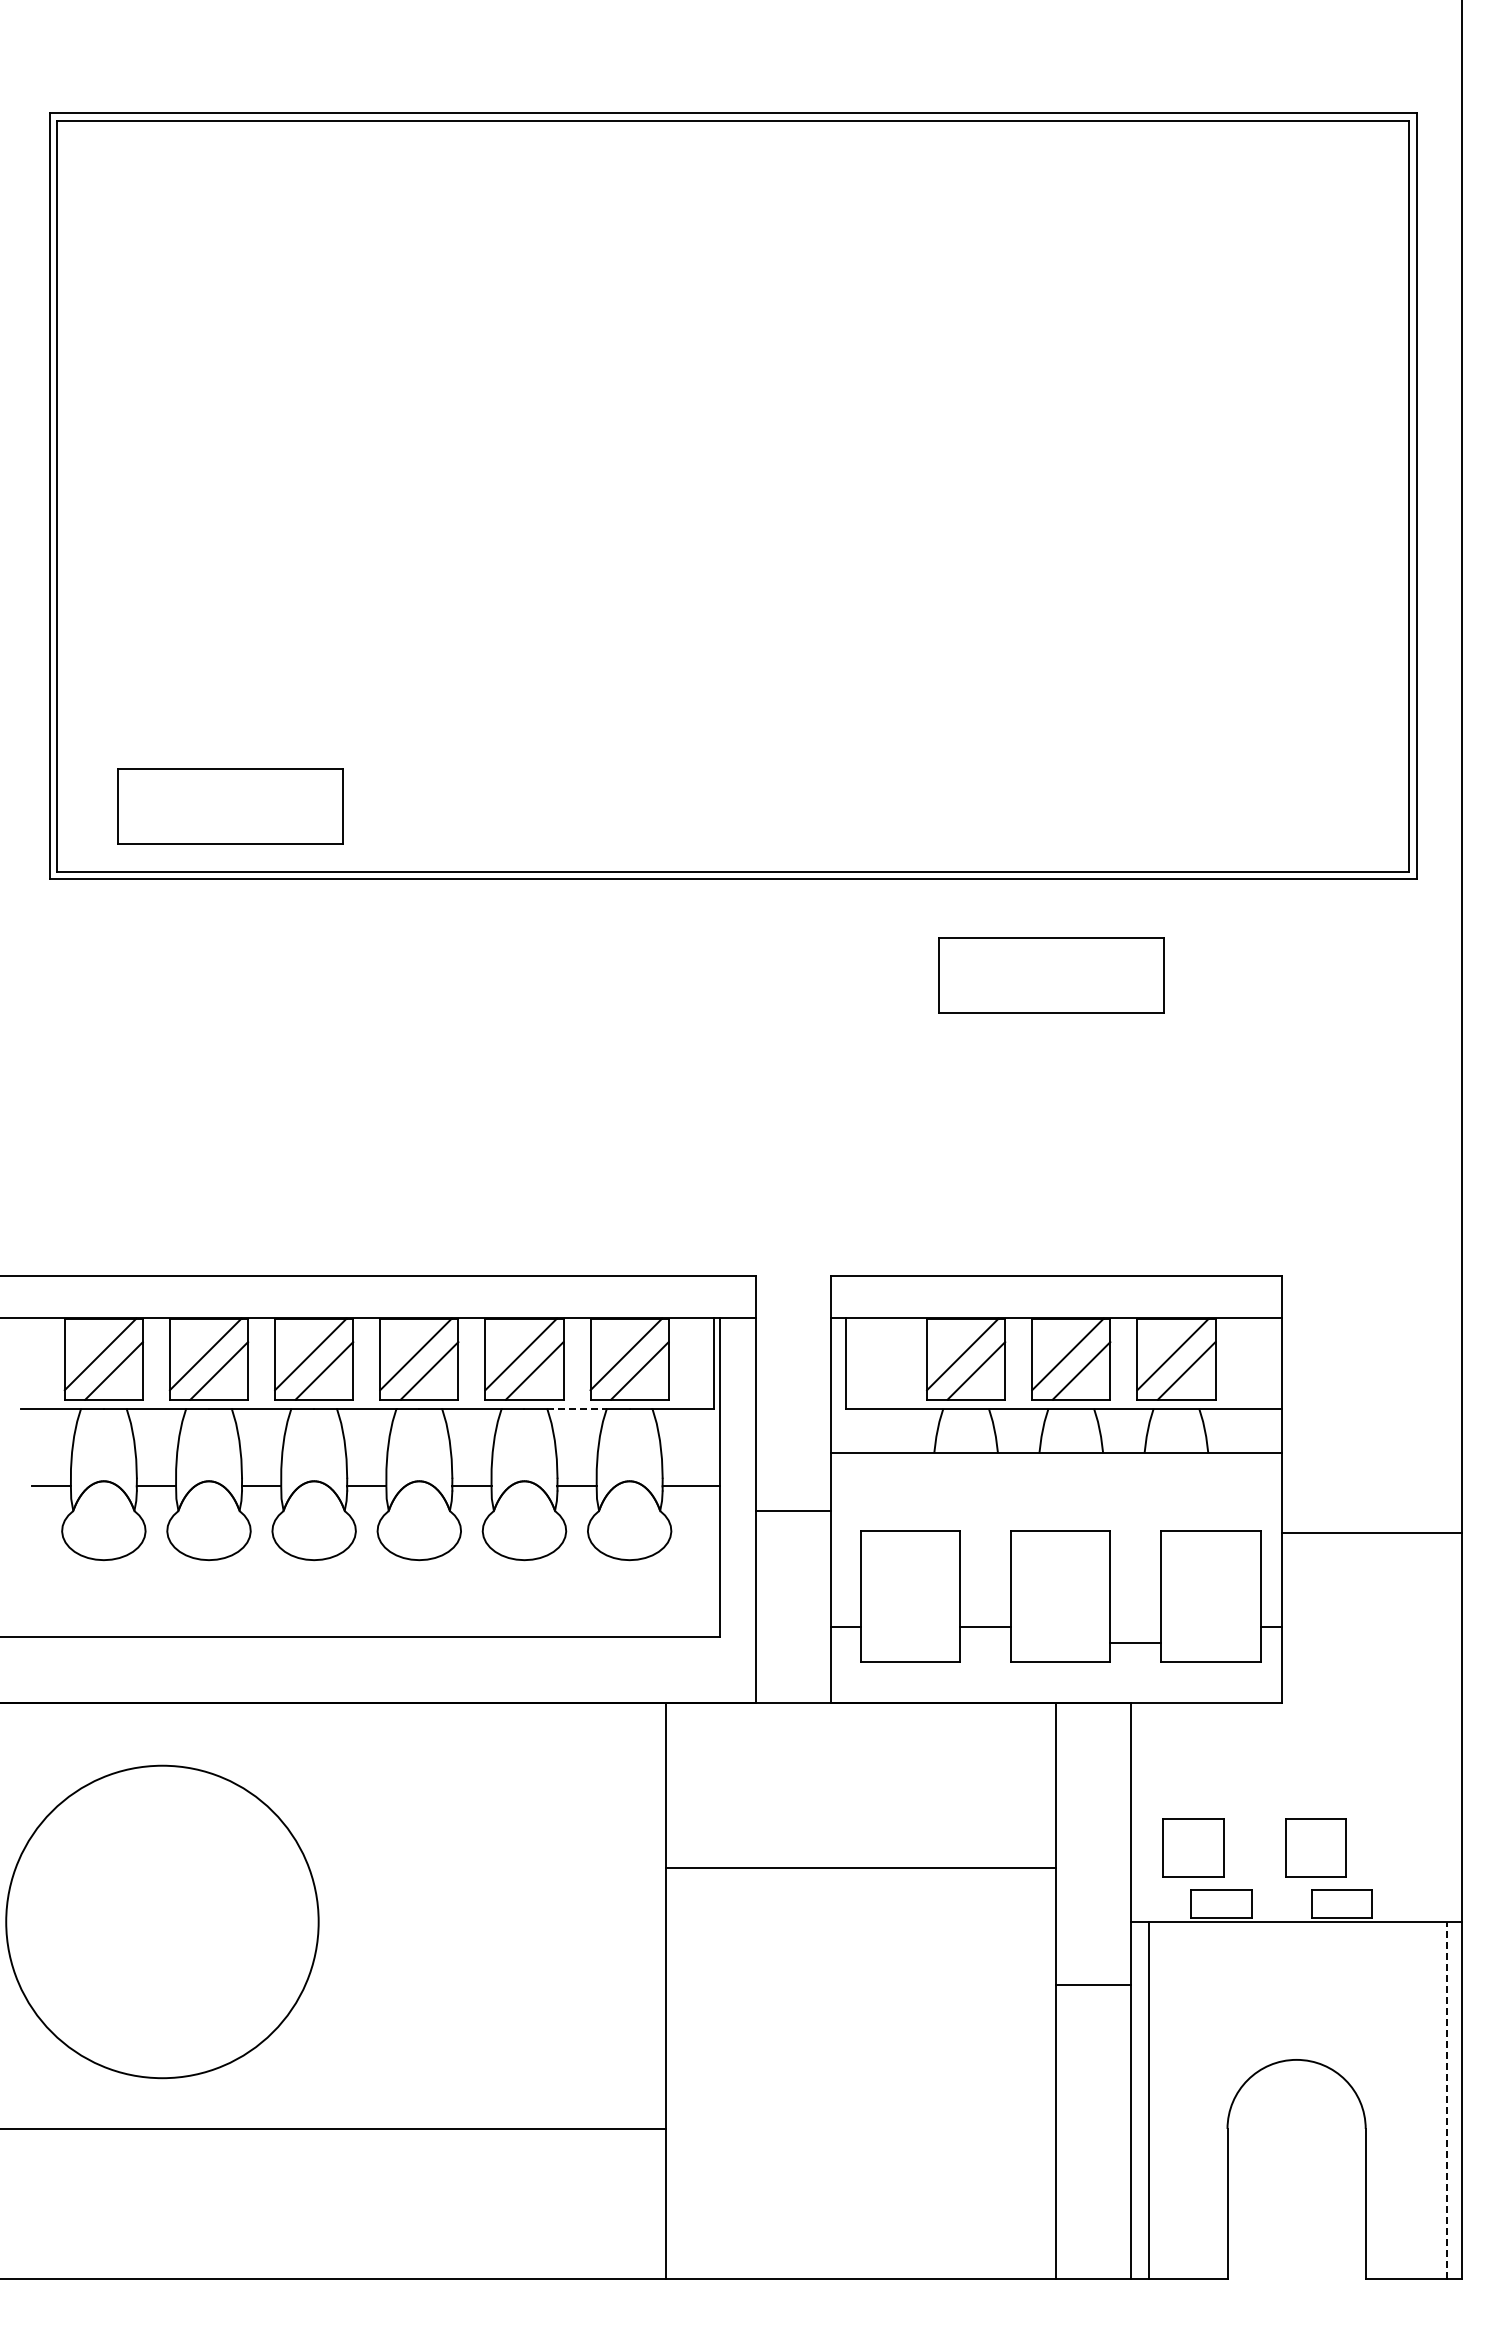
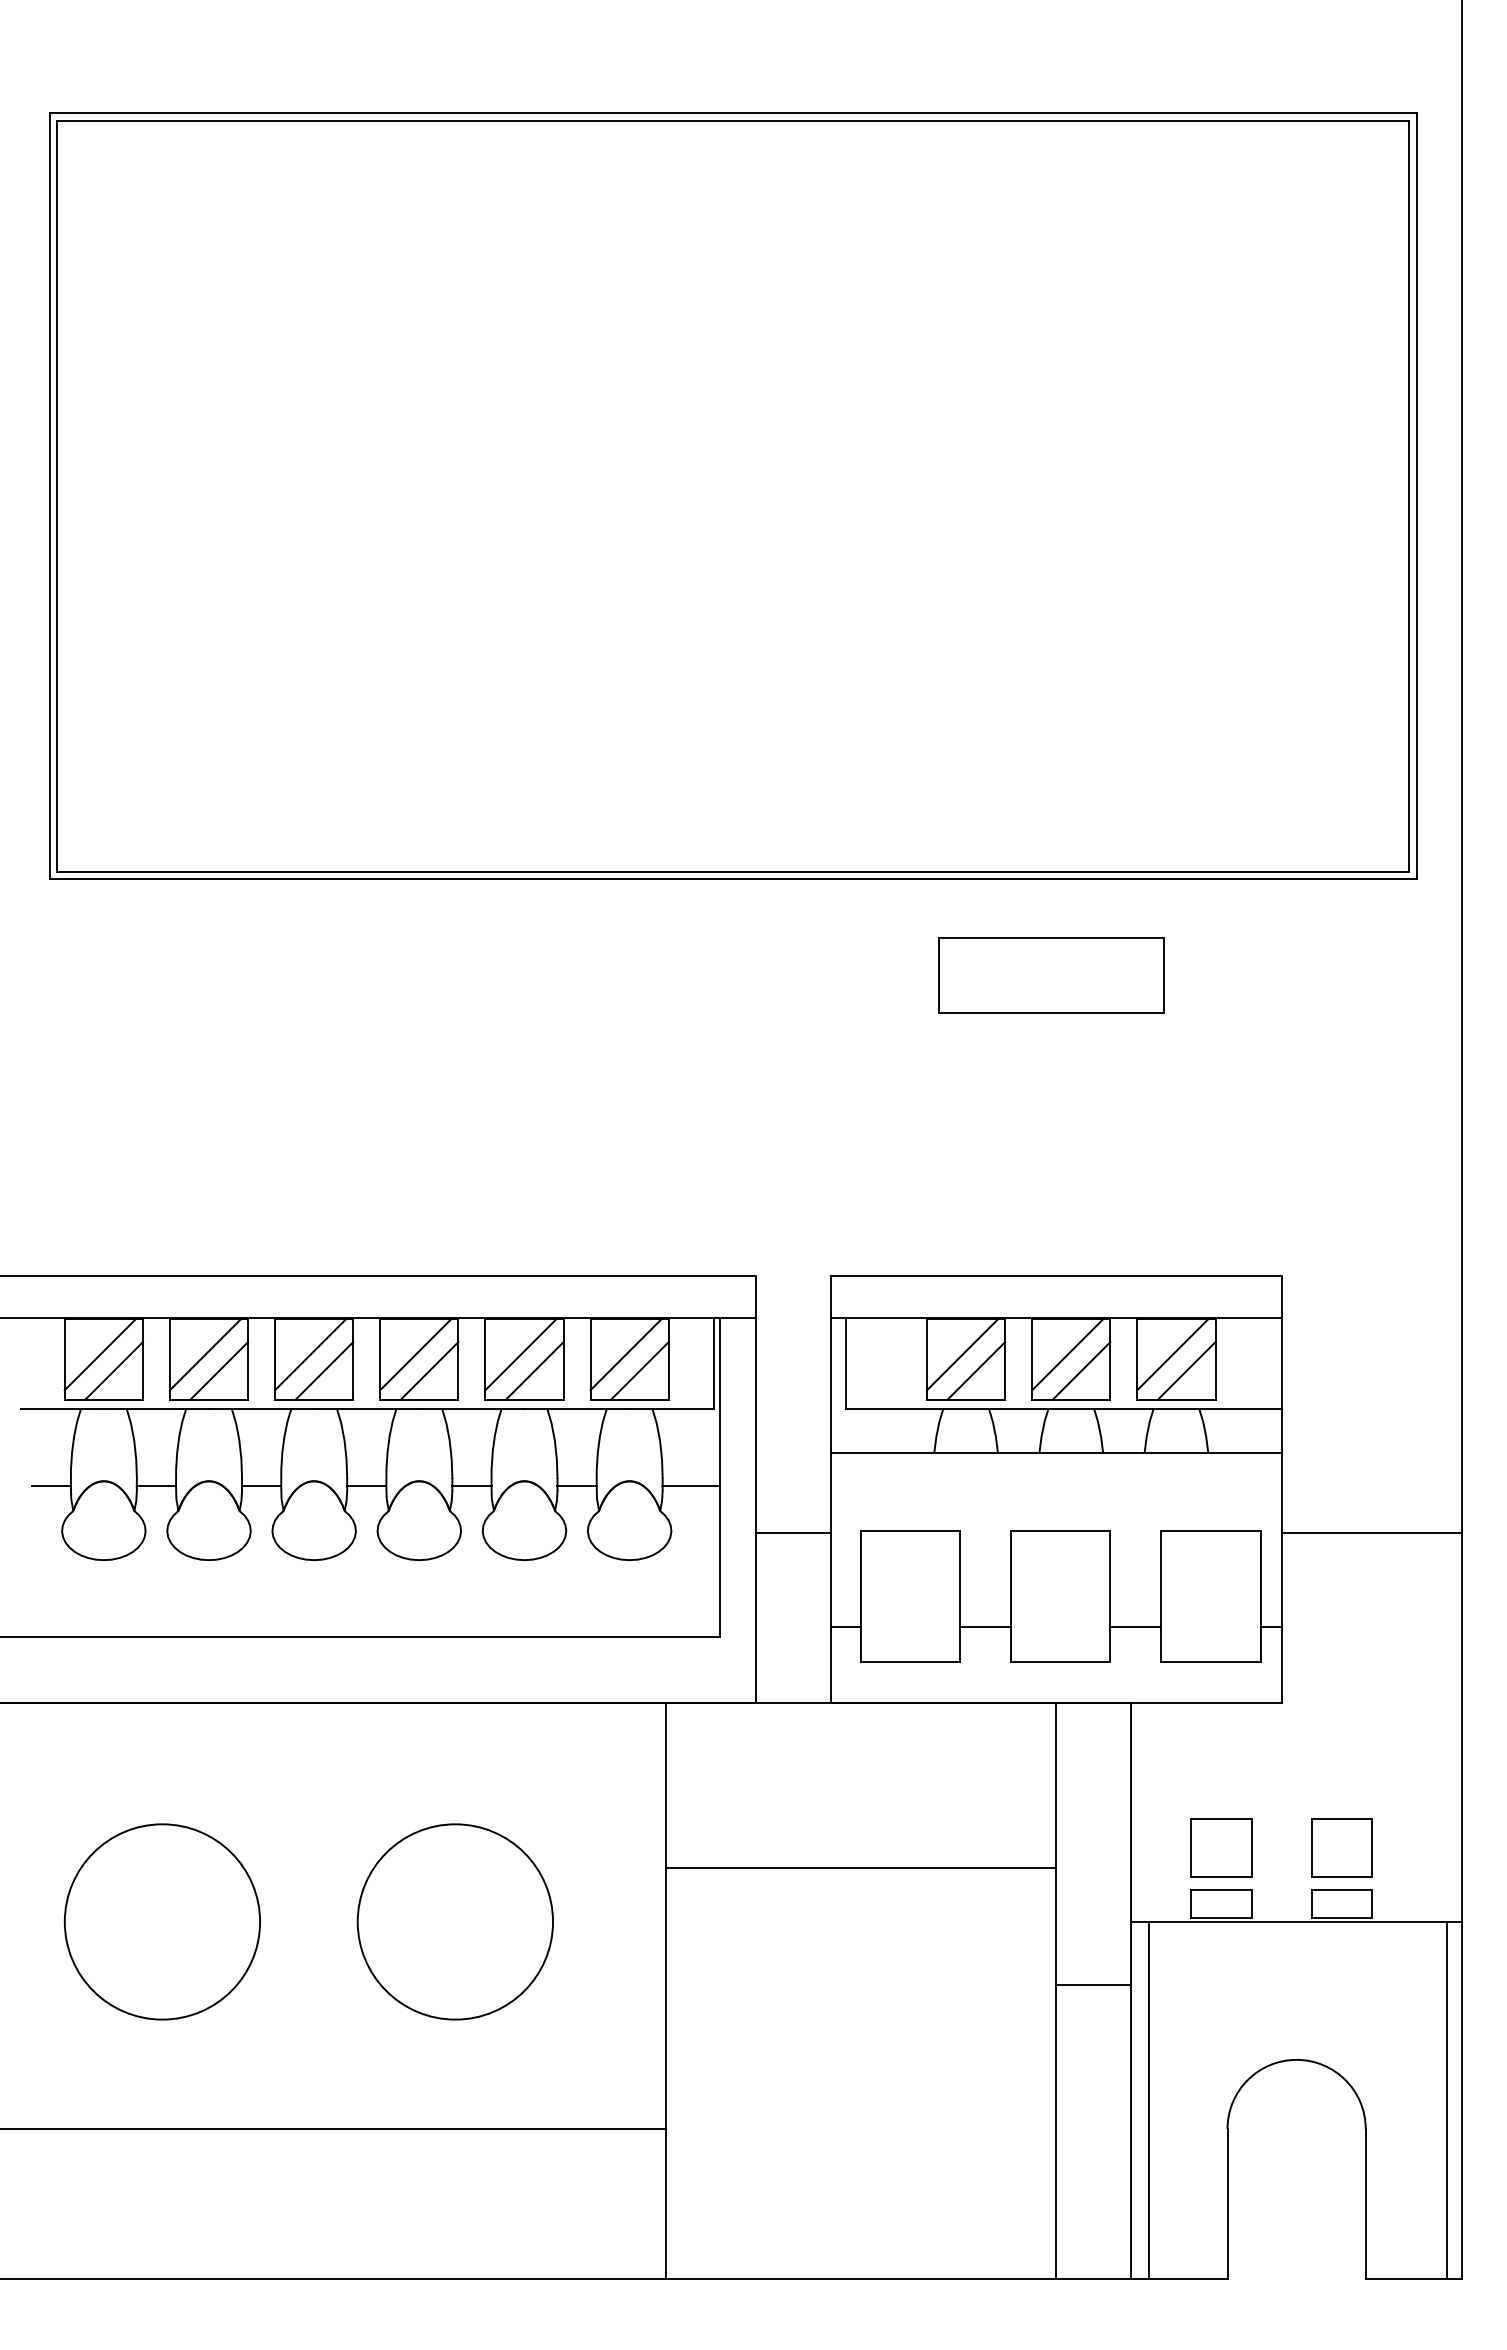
part at (230, 806): present -> none
line at (577, 1408): dashed -> solid
line at (792, 1510) position: (792, 1510) -> (792, 1532)
line at (1135, 1643) position: (1135, 1643) -> (1135, 1627)
part at (1193, 1847) position: (1193, 1847) -> (1221, 1847)
part at (1315, 1847) position: (1315, 1847) -> (1341, 1847)
circle at (162, 1921) diameter: 312 px -> 195 px
circle at (454, 1921): none -> present
line at (1446, 2100): dashed -> solid
